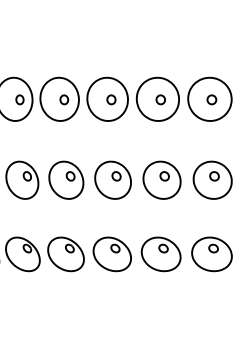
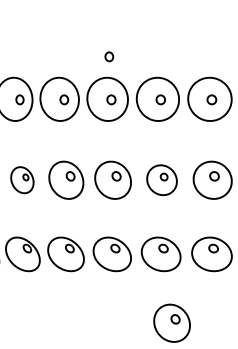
part at (109, 56): none -> present
part at (22, 179) size: 35x40 px -> 25x29 px
part at (161, 179) size: 40x40 px -> 32x32 px
part at (171, 322): none -> present
